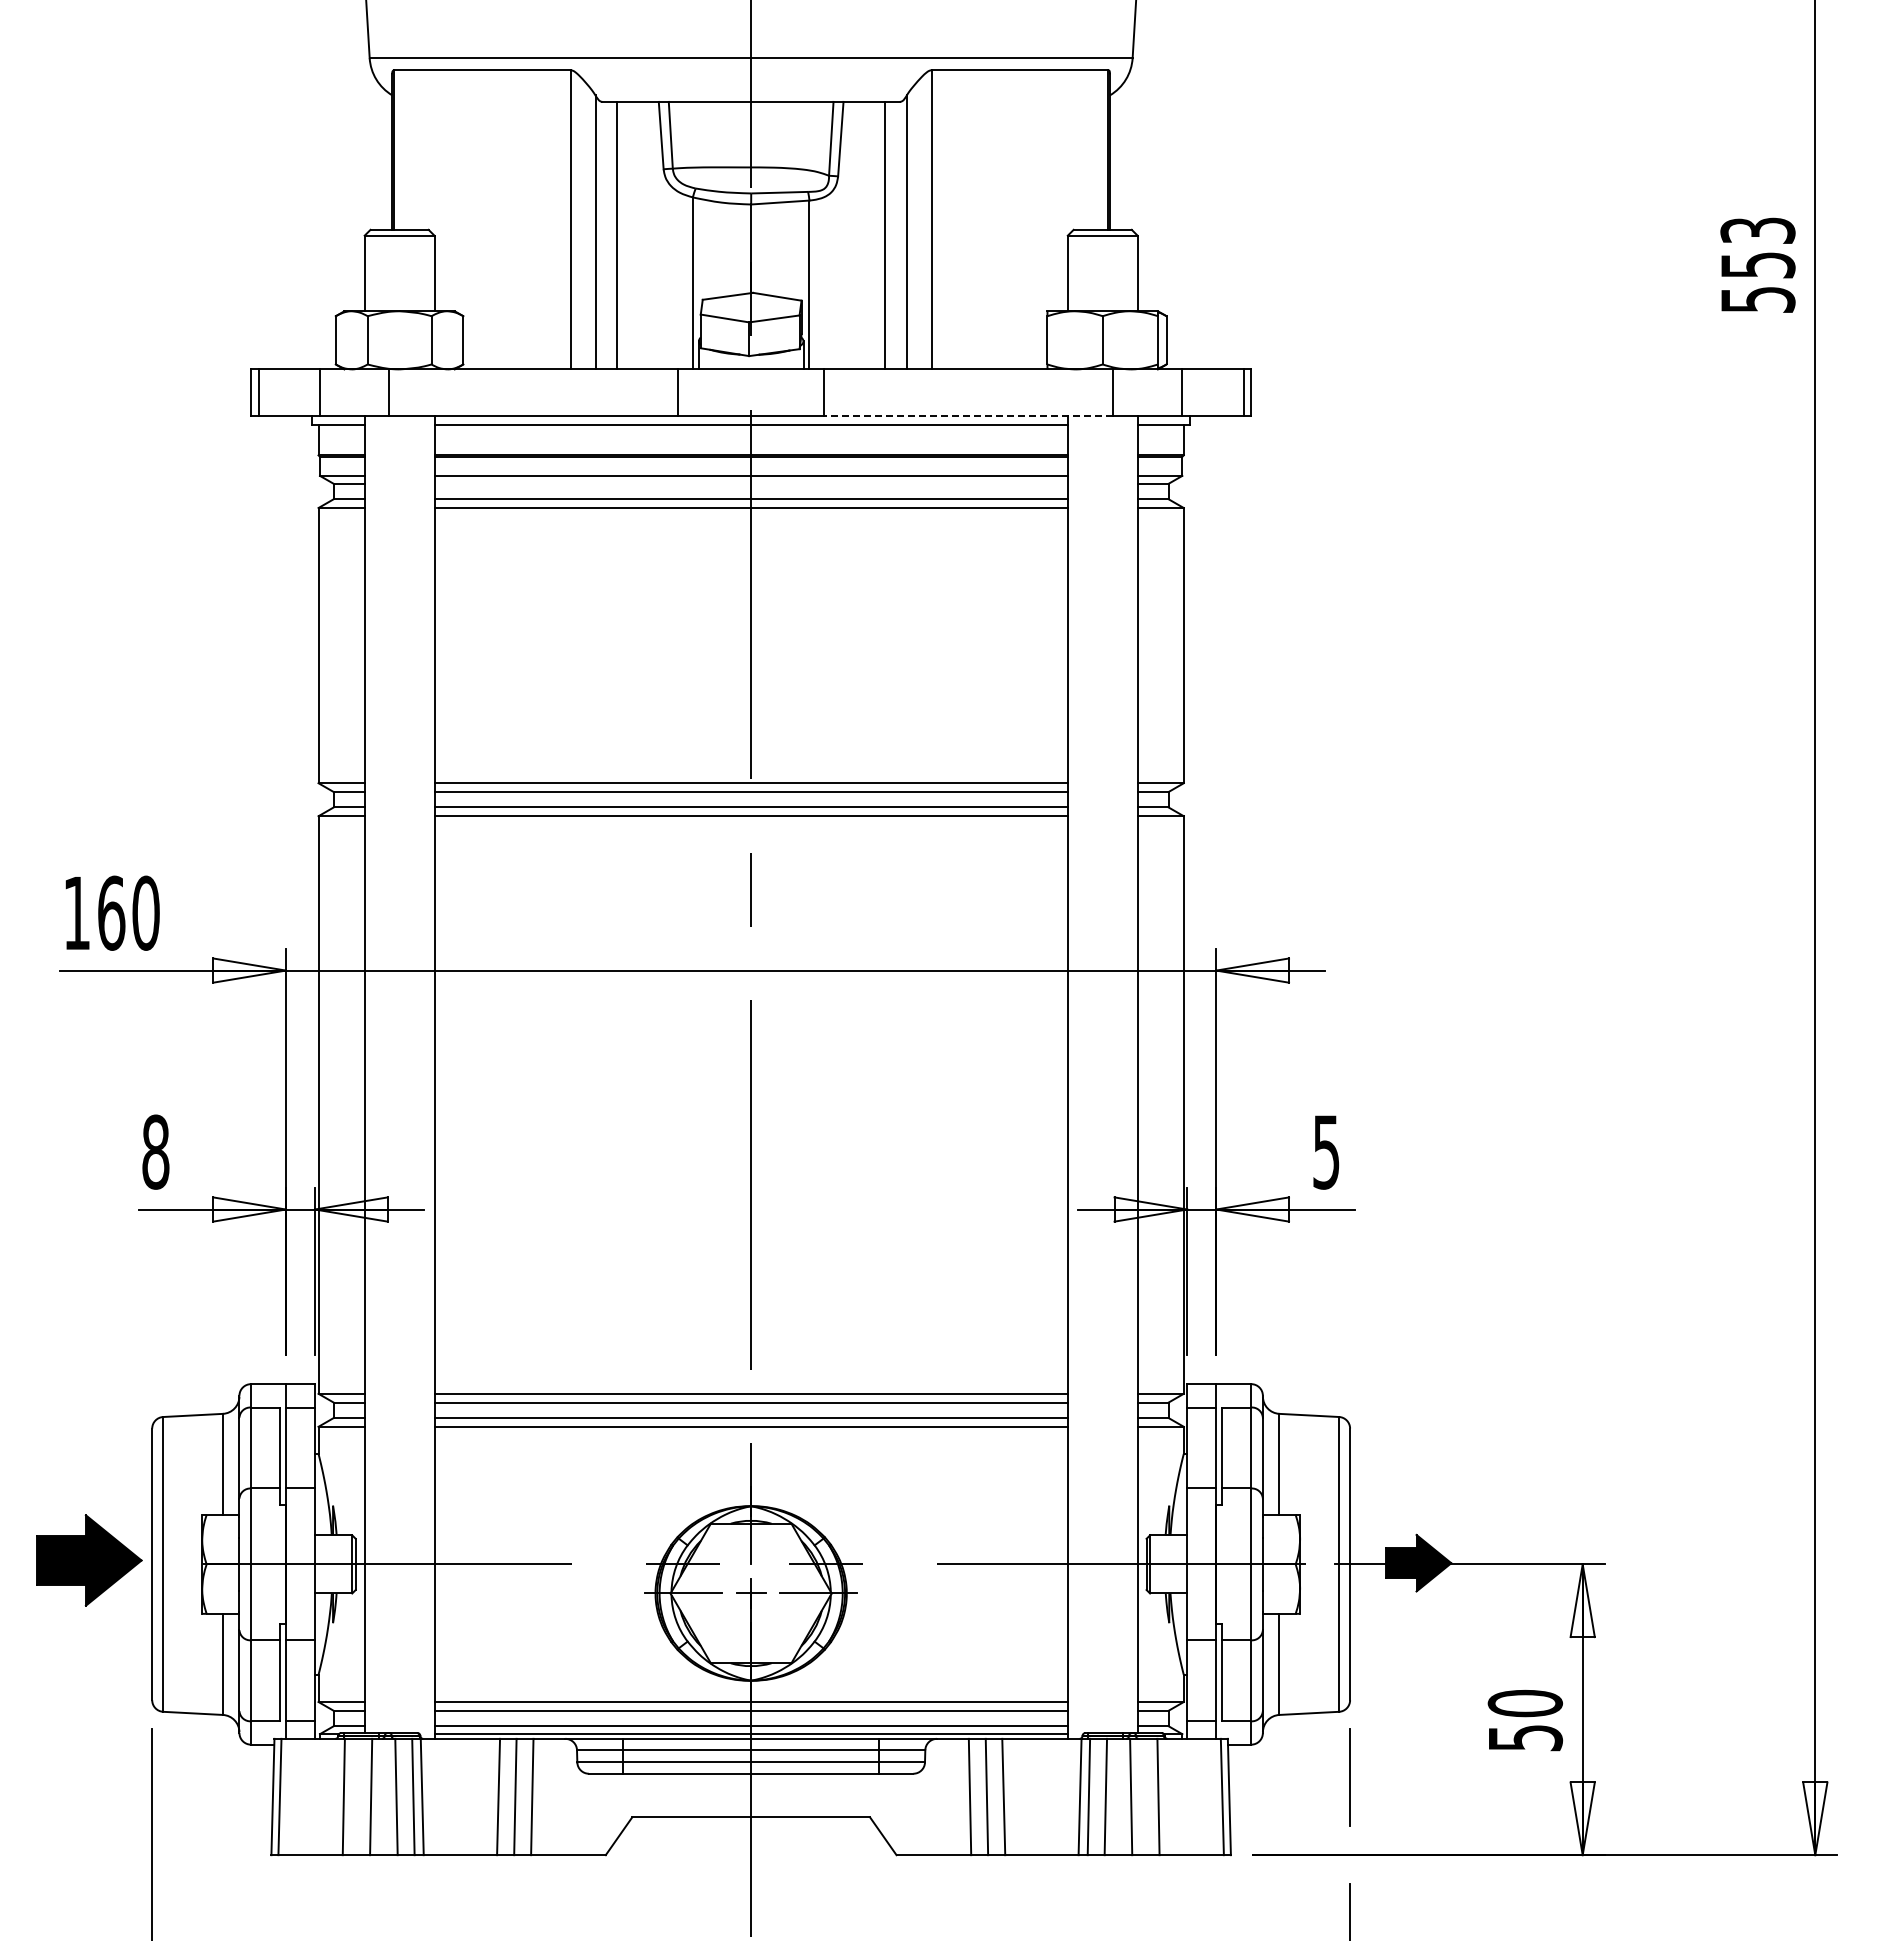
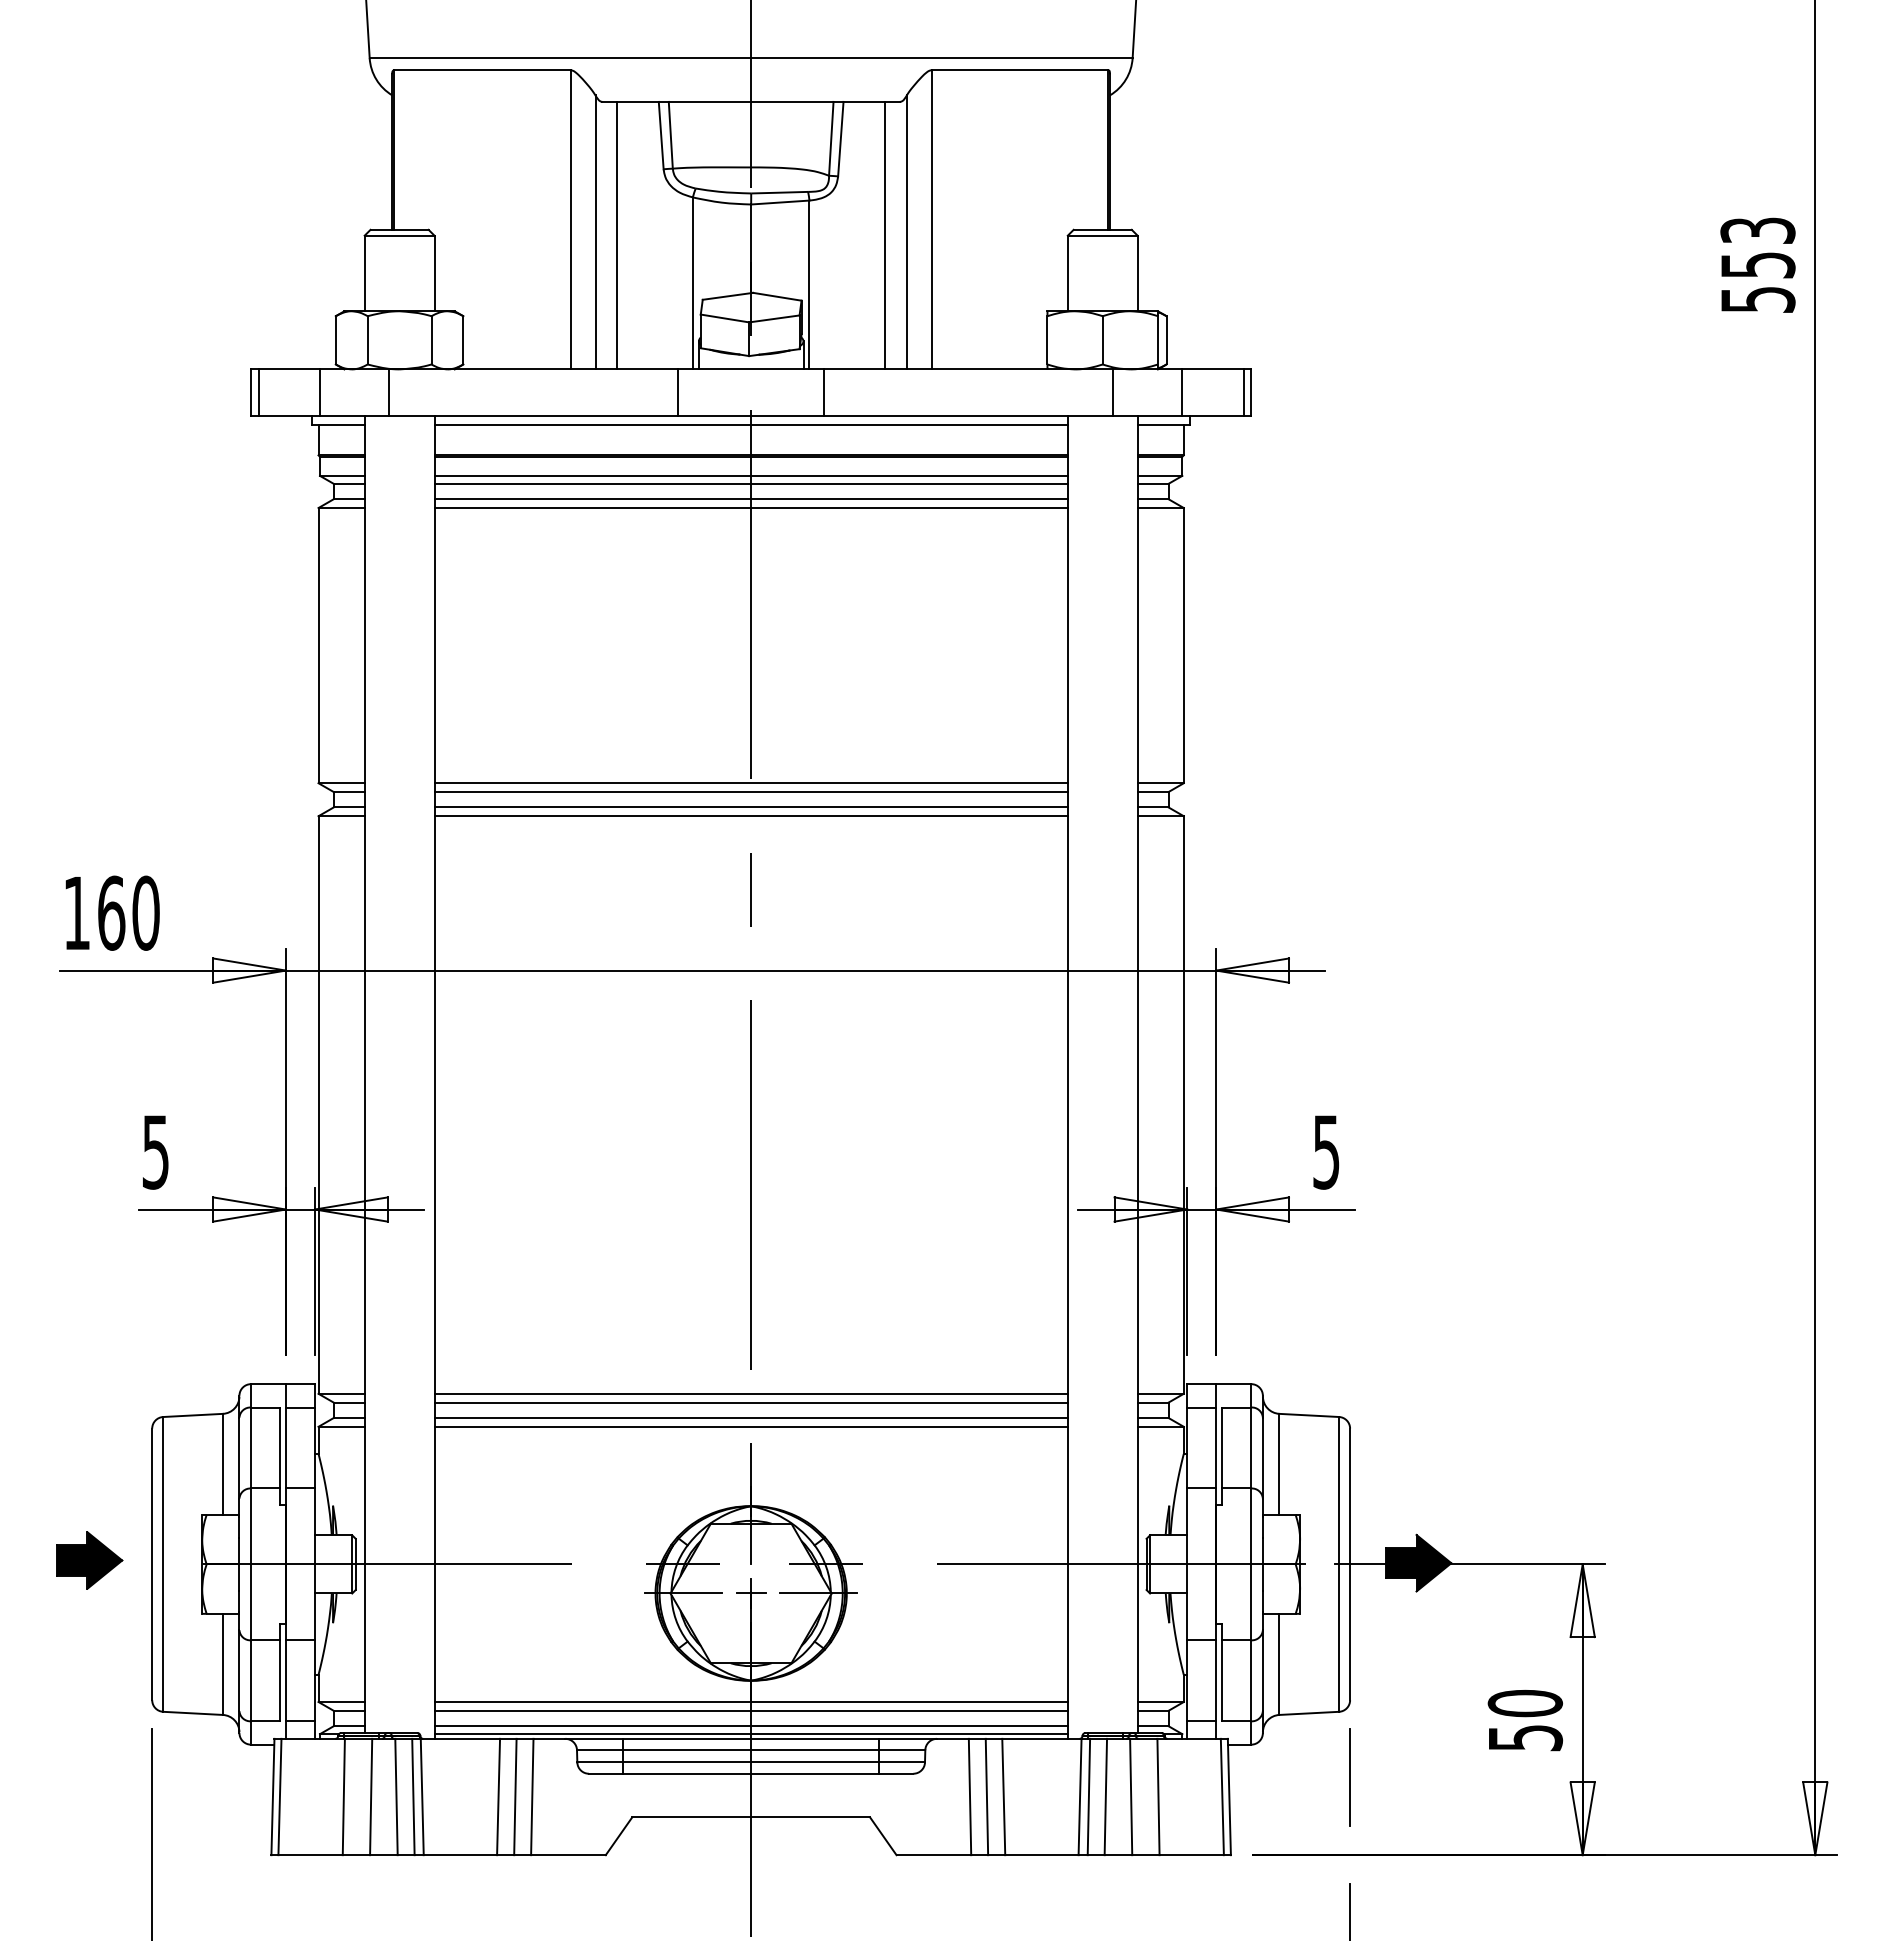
line at (968, 415): dashed -> solid
line at (750, 483): none -> present
text at (155, 1151): 8 -> 5
part at (89, 1560) size: 107x93 px -> 68x59 px
